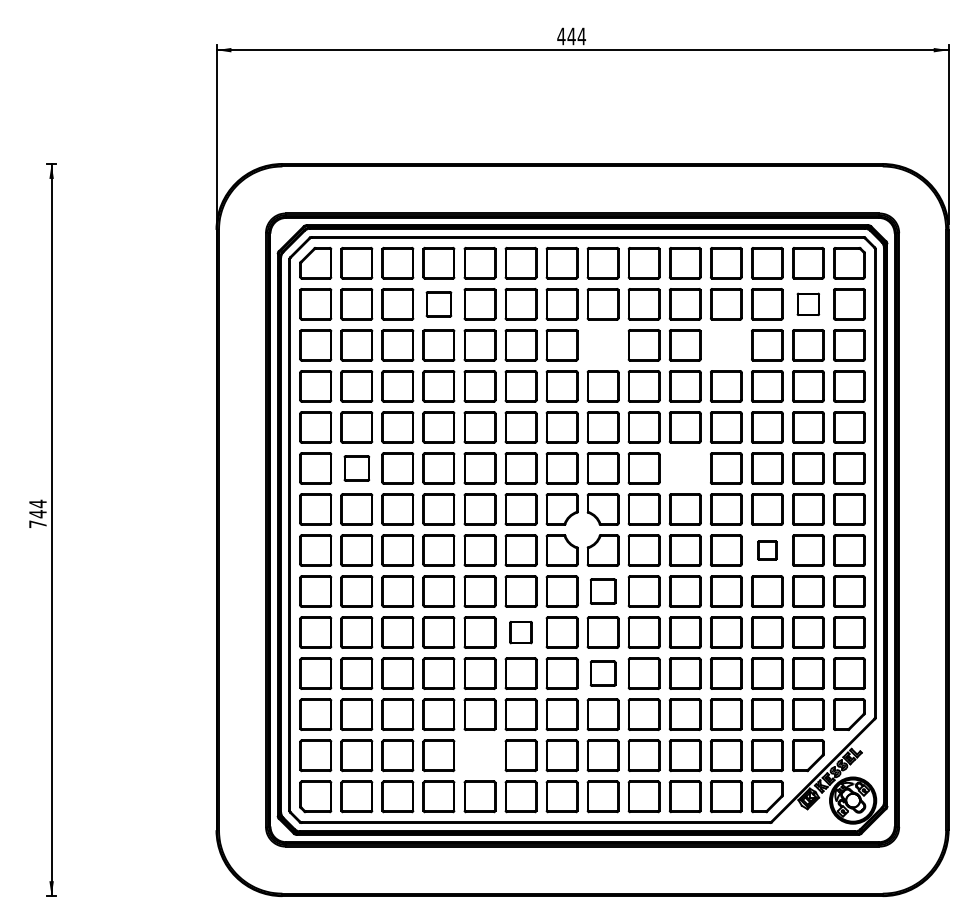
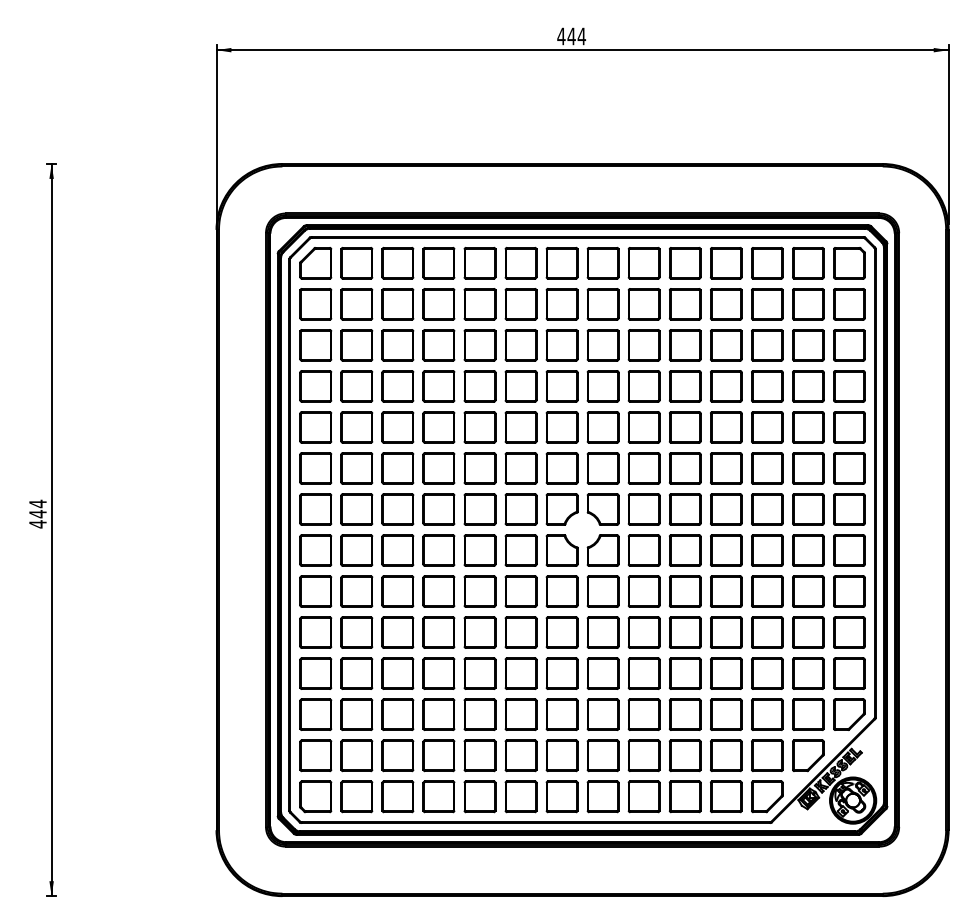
part at (808, 303) size: 25x24 px -> 33x33 px
part at (438, 304) size: 28x27 px -> 34x33 px
part at (602, 345): none -> present
part at (726, 345): none -> present
part at (356, 468) size: 27x27 px -> 34x33 px
part at (685, 468): none -> present
text at (37, 524): 744 -> 444
part at (767, 550) size: 21x21 px -> 33x33 px
part at (602, 591) size: 28x27 px -> 34x33 px
part at (520, 632) size: 24x24 px -> 34x33 px
part at (602, 673) size: 28x27 px -> 34x33 px
part at (479, 755): none -> present
